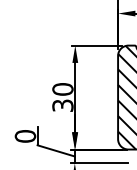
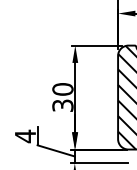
text at (25, 136): 0 -> 4
